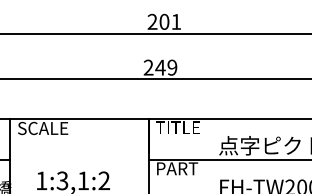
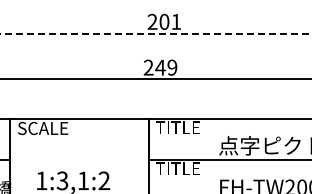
line at (156, 33): solid -> dashed
text at (177, 168): PART -> TITLE
